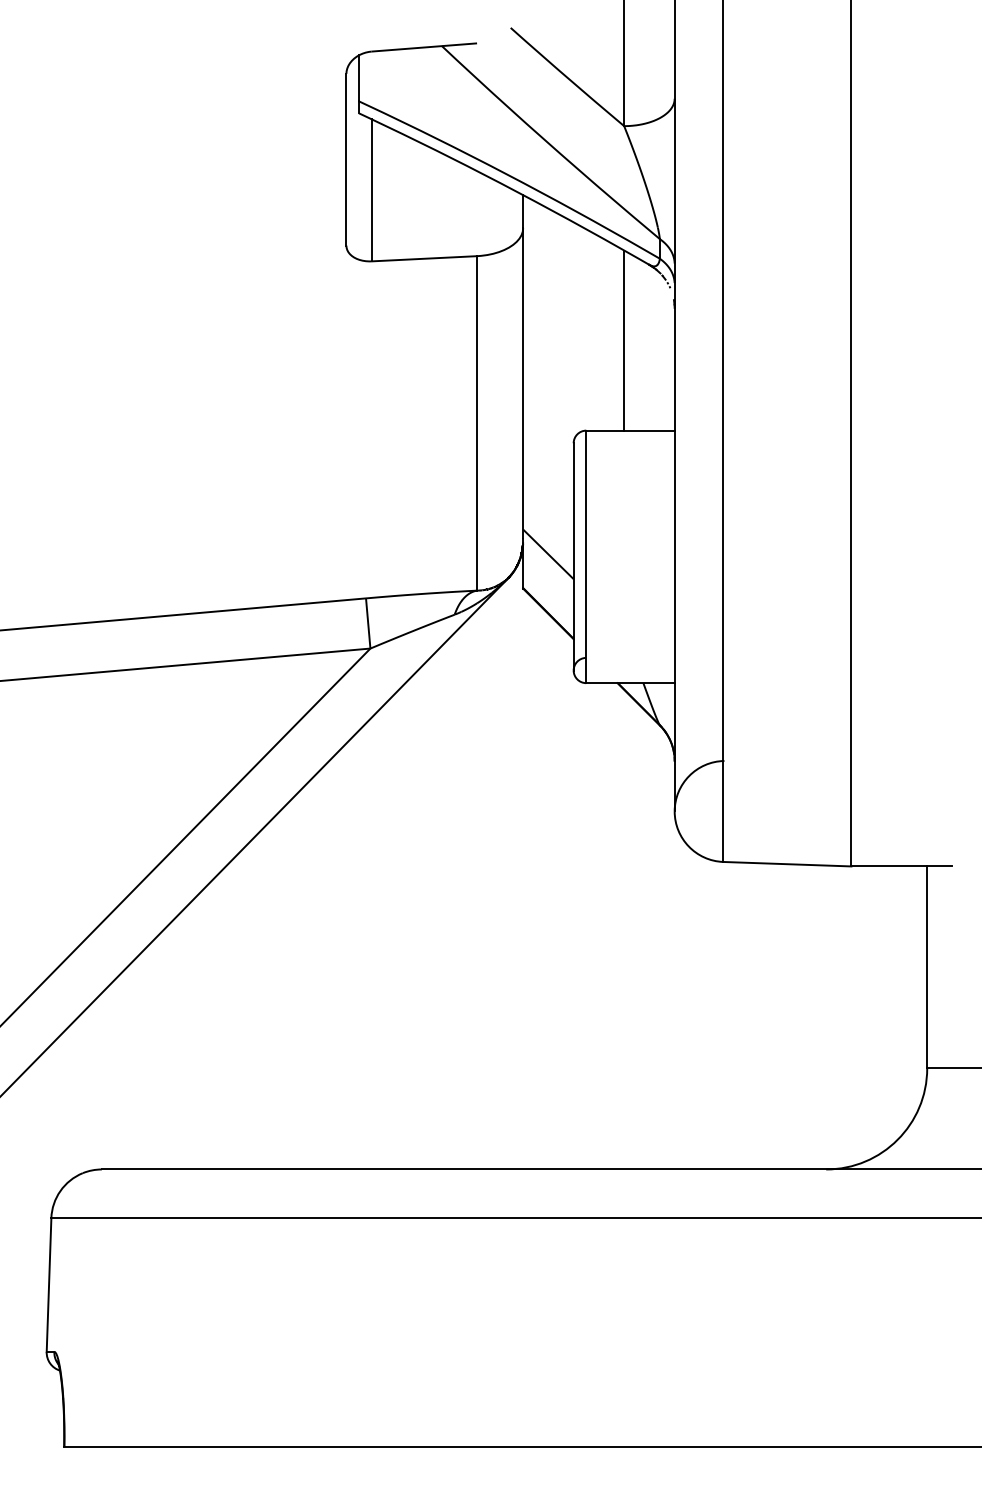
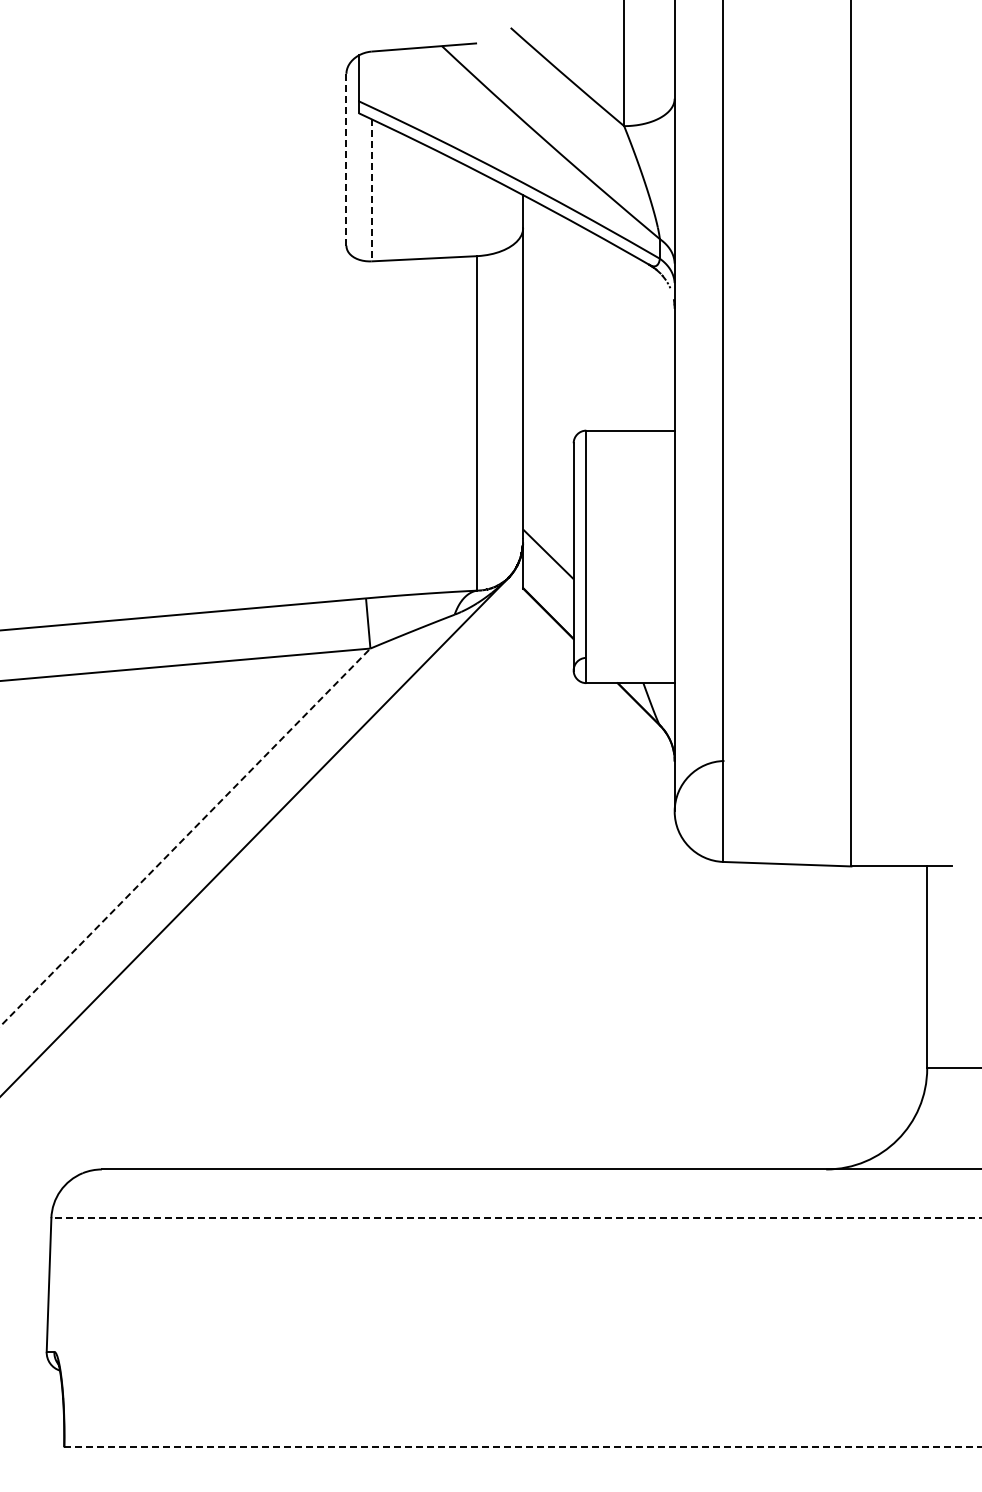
line at (346, 159): solid -> dashed
line at (371, 190): solid -> dashed
line at (624, 340): present -> none
line at (185, 837): solid -> dashed
line at (516, 1218): solid -> dashed
line at (522, 1447): solid -> dashed
